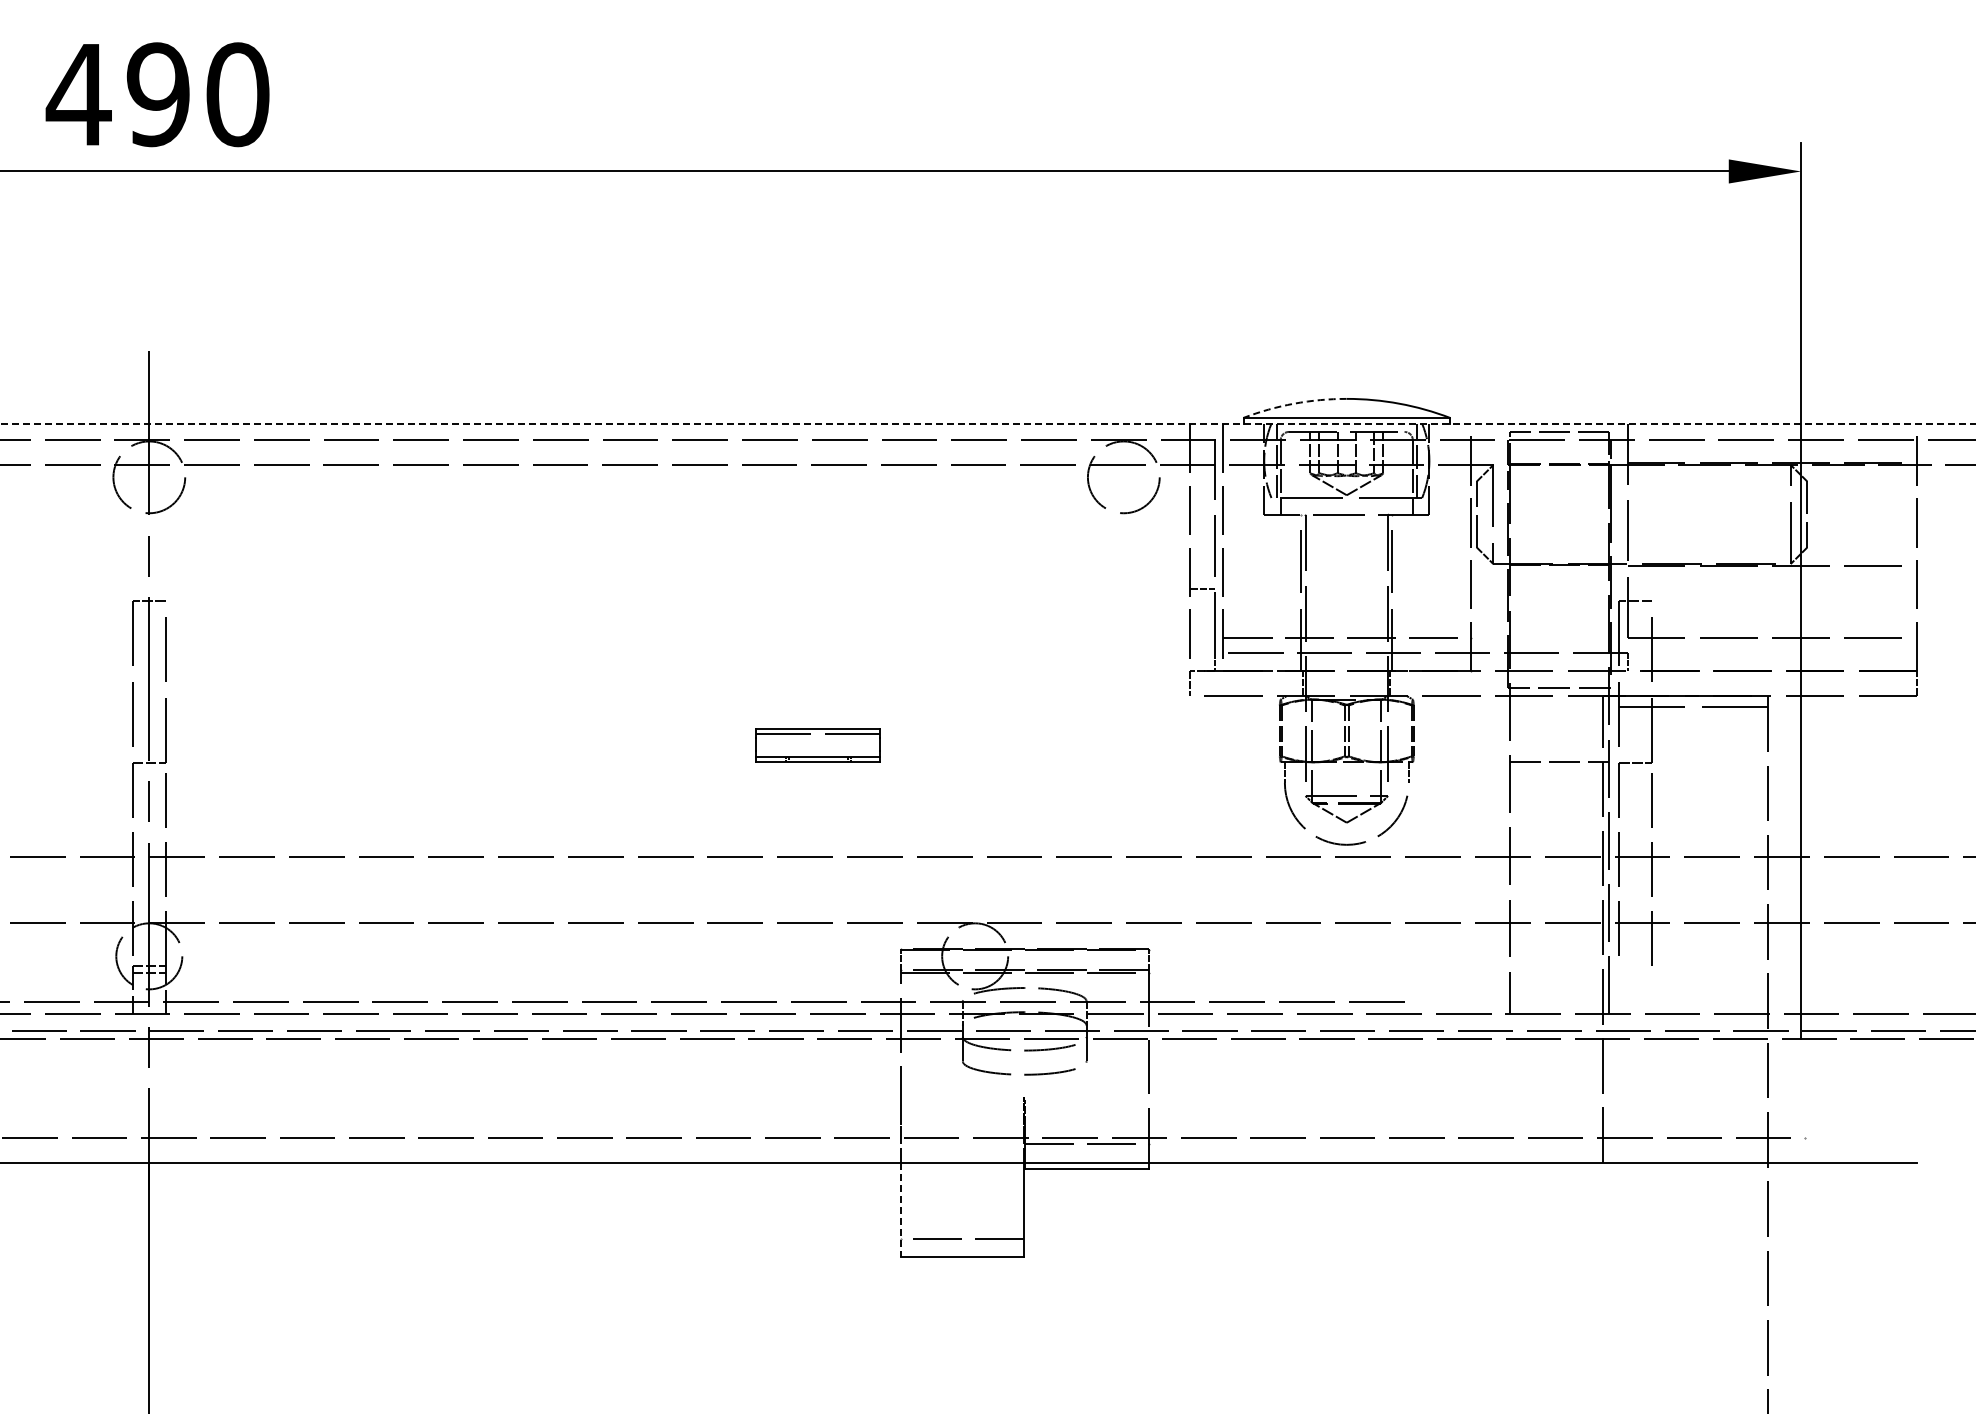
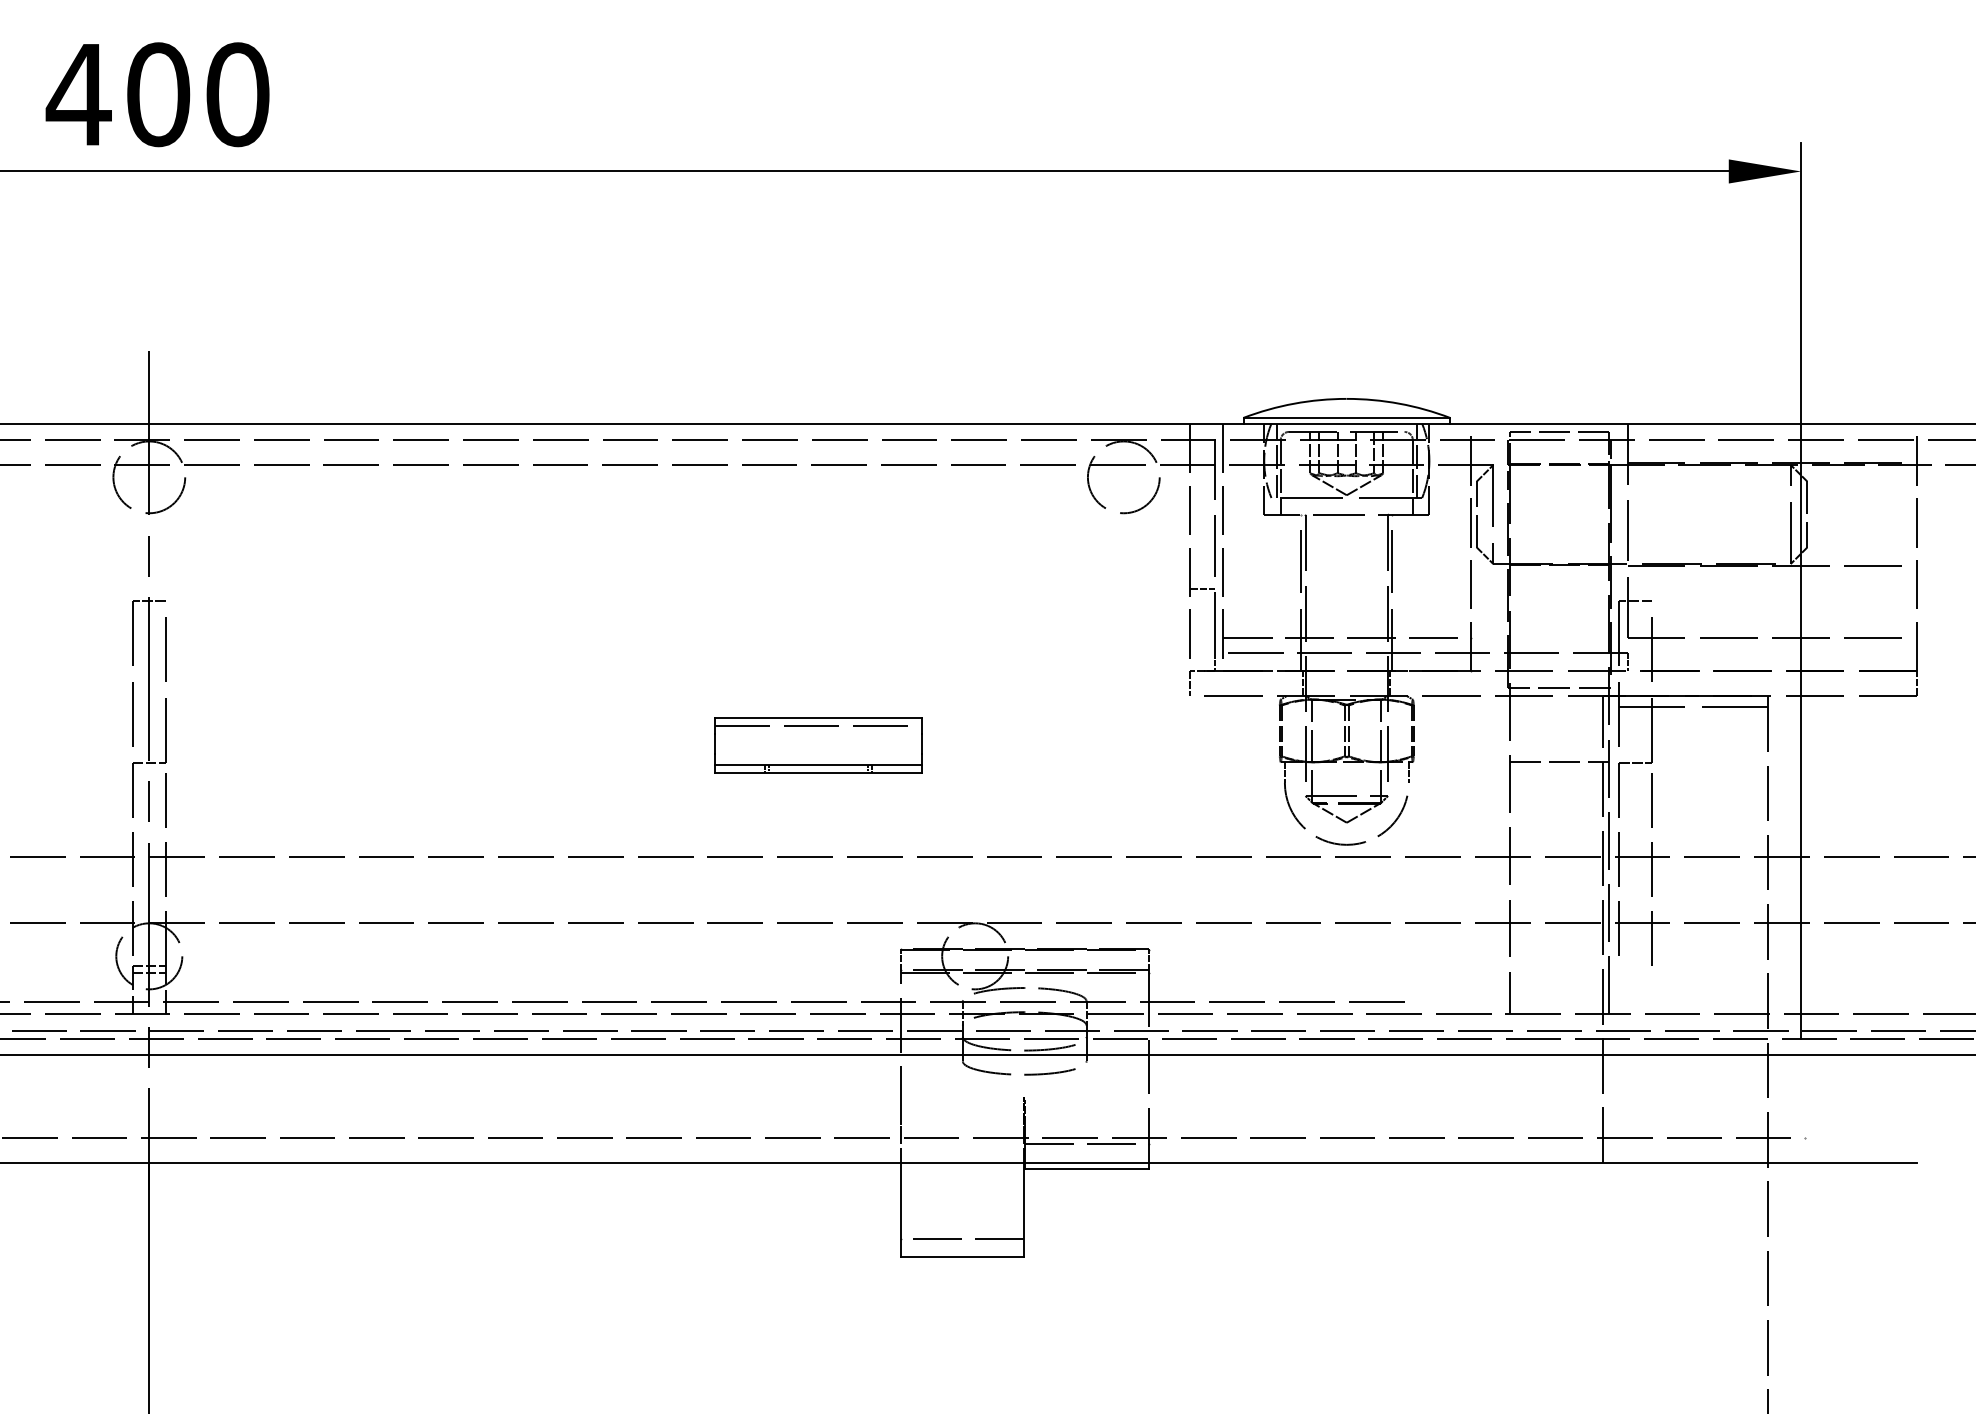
text at (158, 94): 490 -> 400
arc at (1294, 403): dashed -> solid
line at (988, 423): dashed -> solid
part at (817, 745) size: 126x35 px -> 209x57 px
line at (987, 1055): none -> present
line at (900, 1210): dashed -> solid
